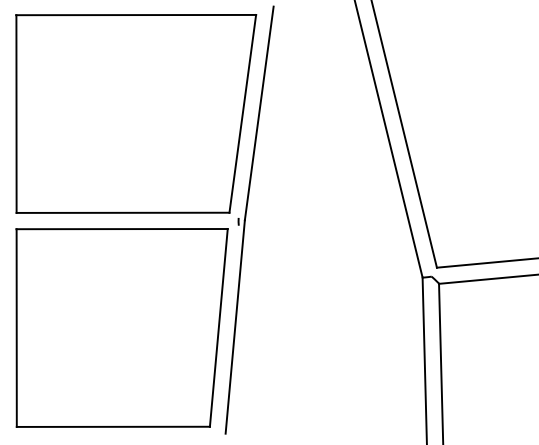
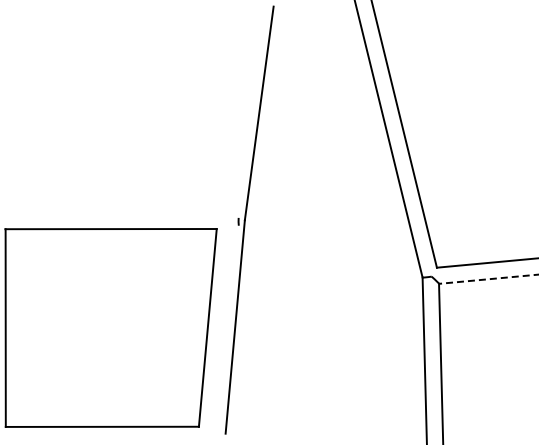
part at (136, 113): present -> none
line at (488, 279): solid -> dashed
part at (121, 327) position: (121, 327) -> (110, 327)
